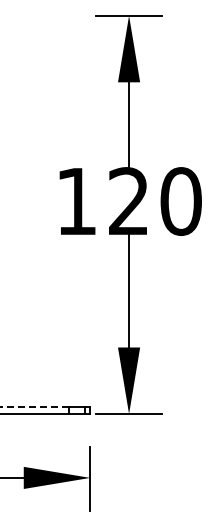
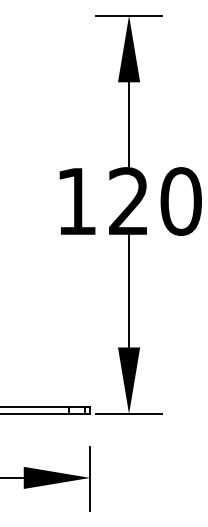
line at (34, 407): dashed -> solid
